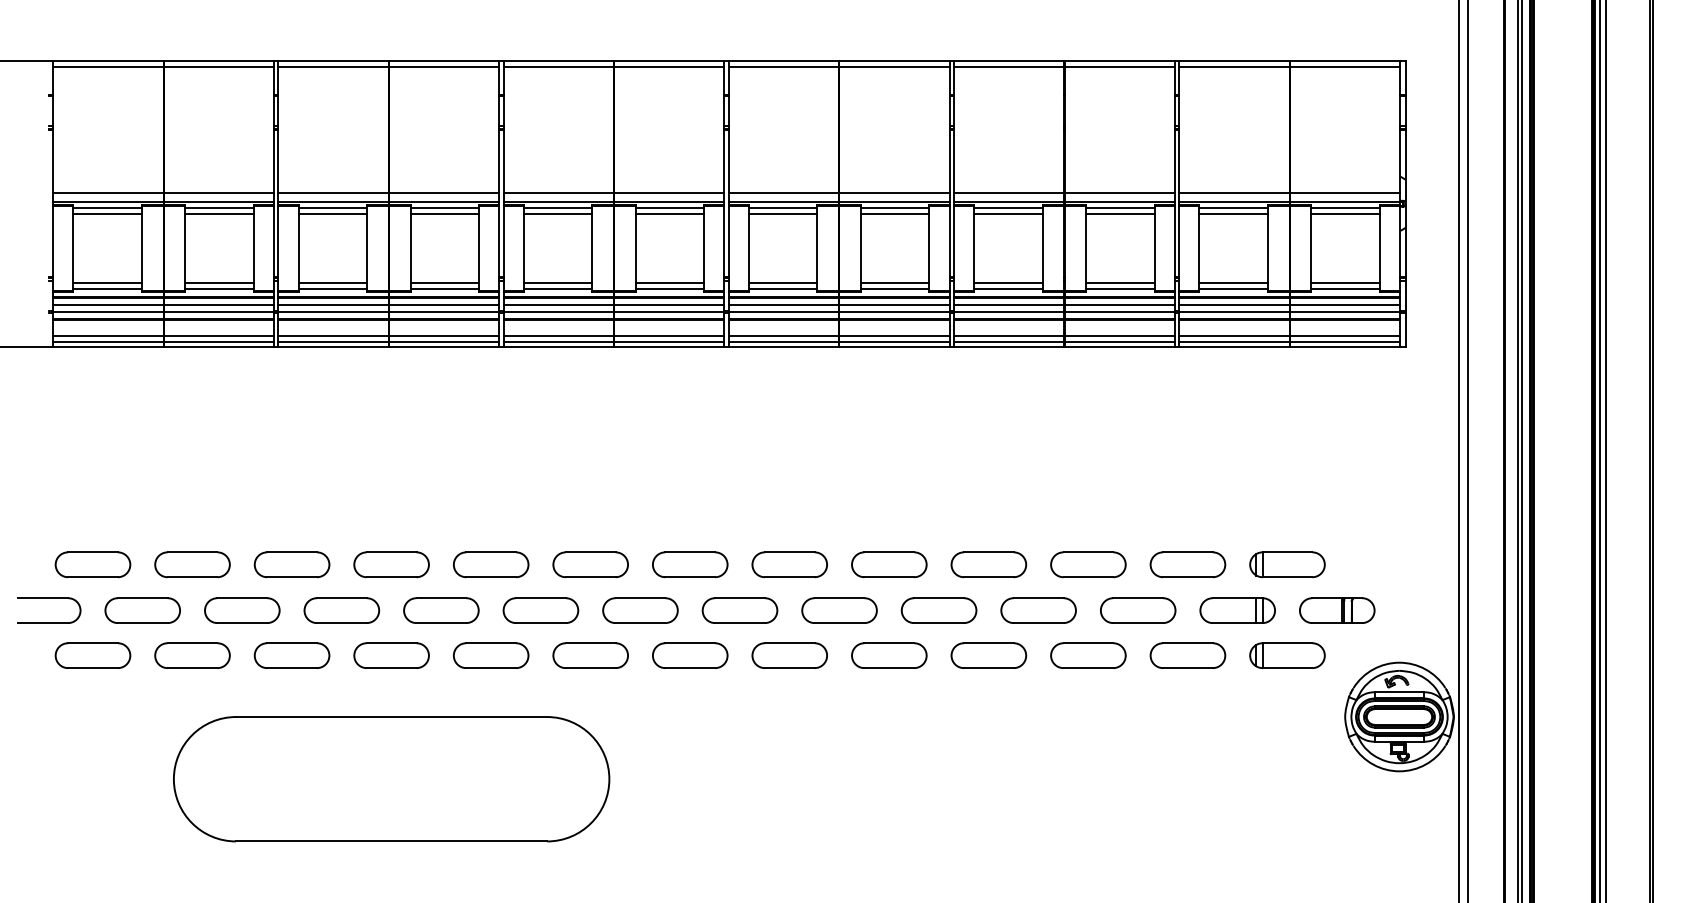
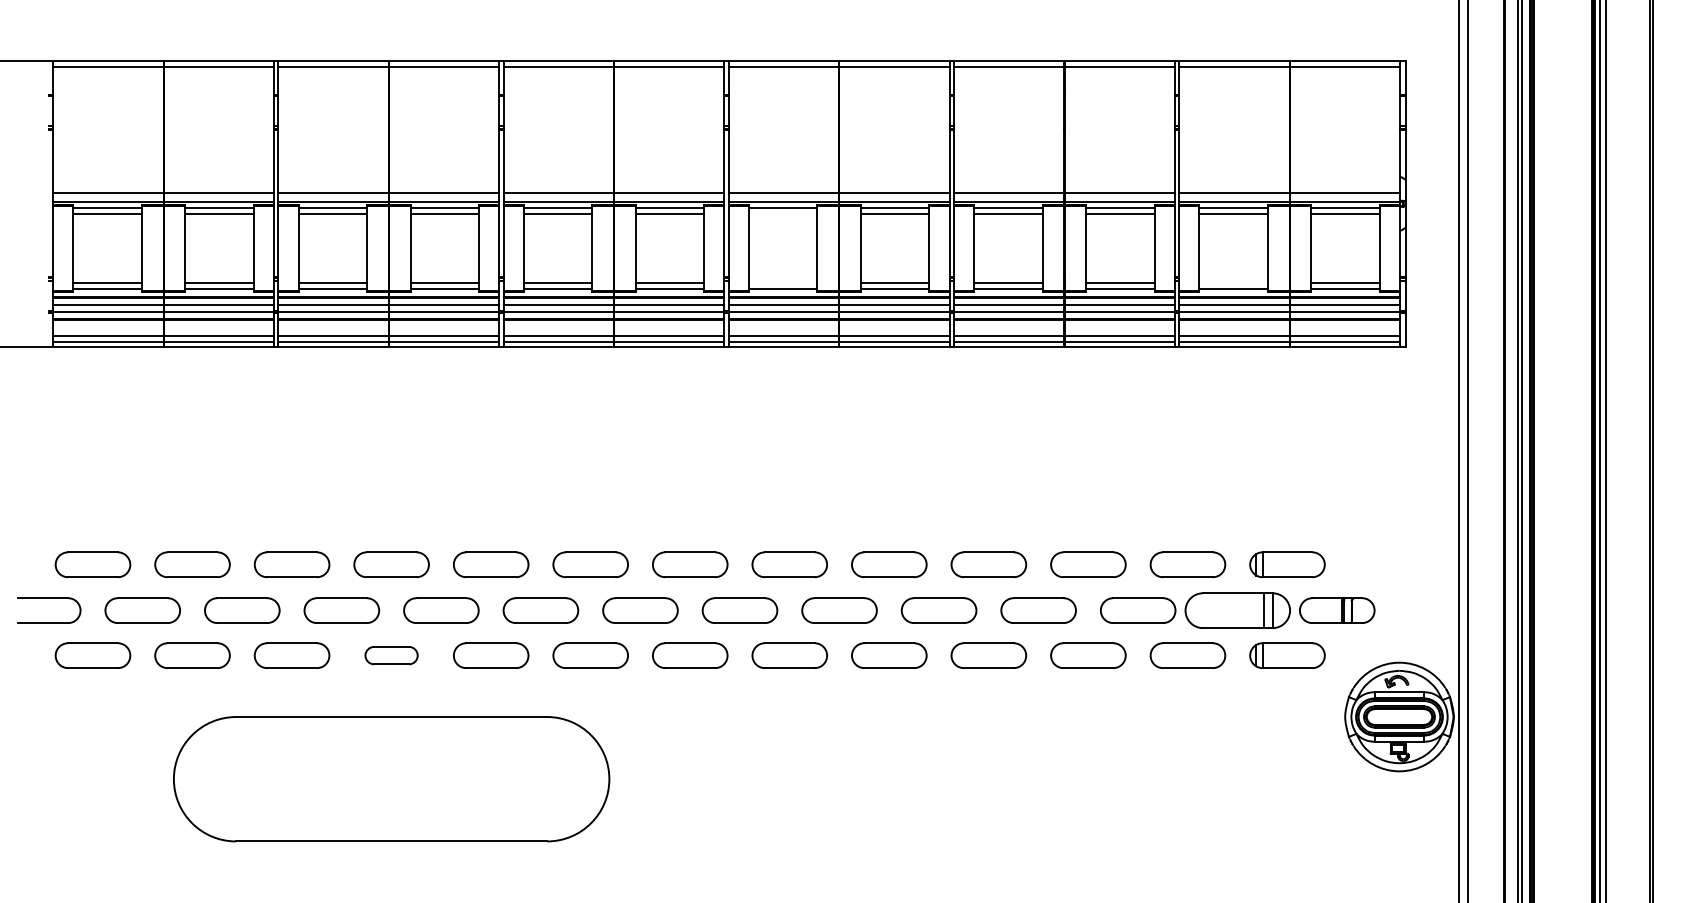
line at (783, 214): present -> none
line at (783, 282): present -> none
line at (1233, 282): present -> none
part at (1237, 610) size: 77x27 px -> 107x37 px
part at (391, 655) size: 77x27 px -> 55x20 px
